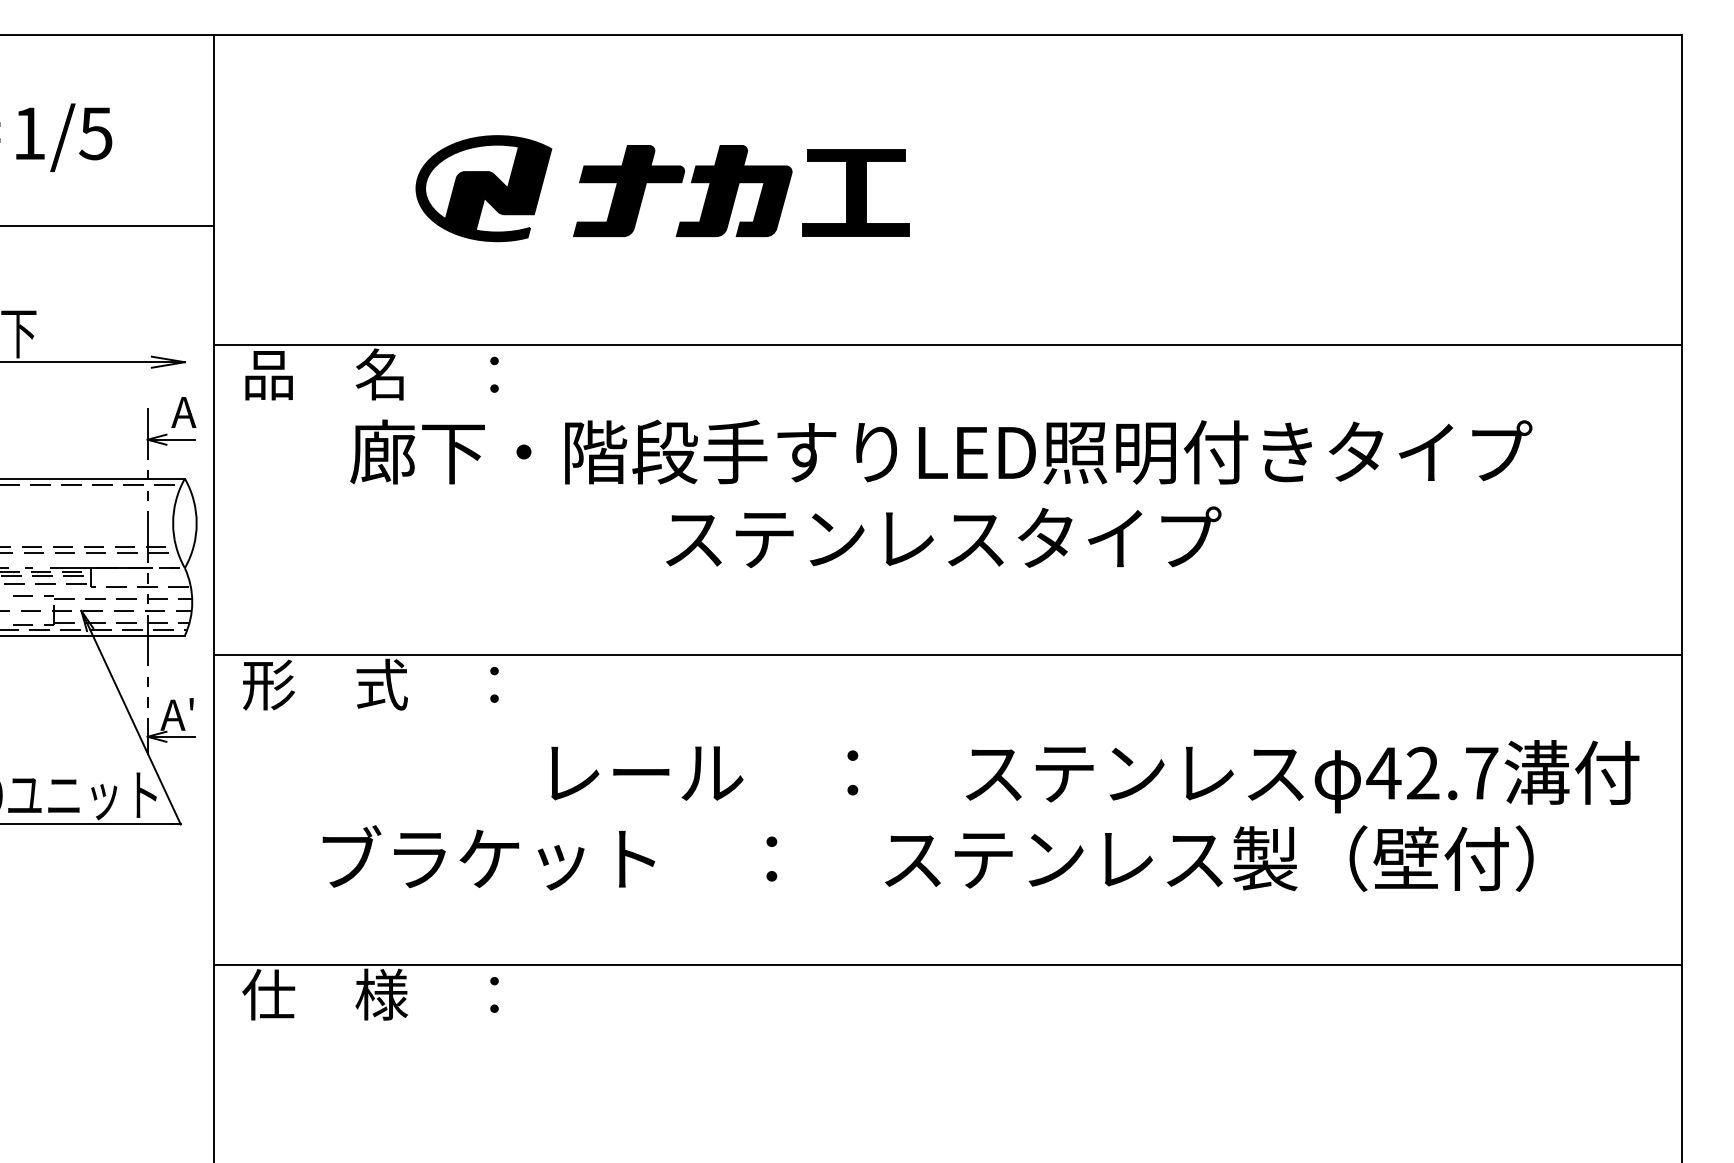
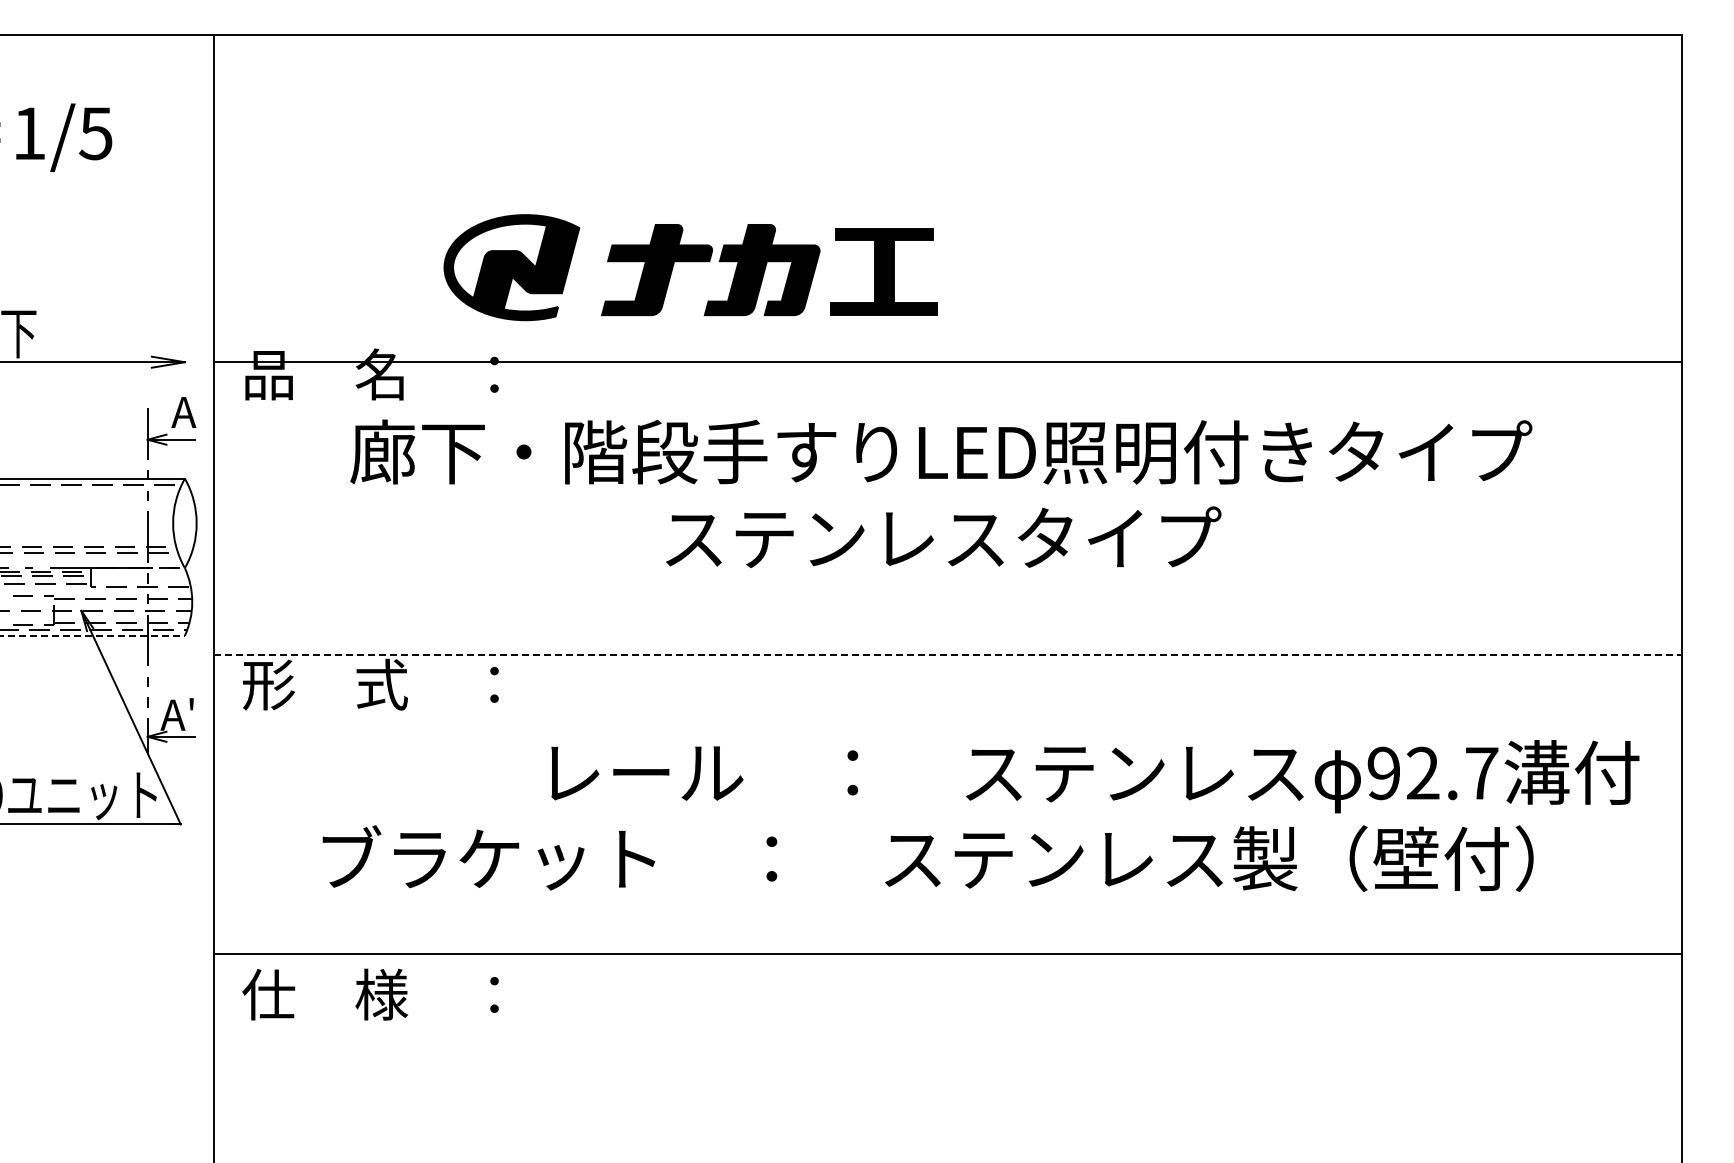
part at (662, 188) position: (662, 188) -> (690, 267)
line at (108, 226): present -> none
line at (947, 344) position: (947, 344) -> (947, 361)
line at (92, 635): solid -> dashed
line at (948, 655): solid -> dashed
text at (1383, 773): 42.7 -> 92.7
line at (947, 965) position: (947, 965) -> (947, 954)
